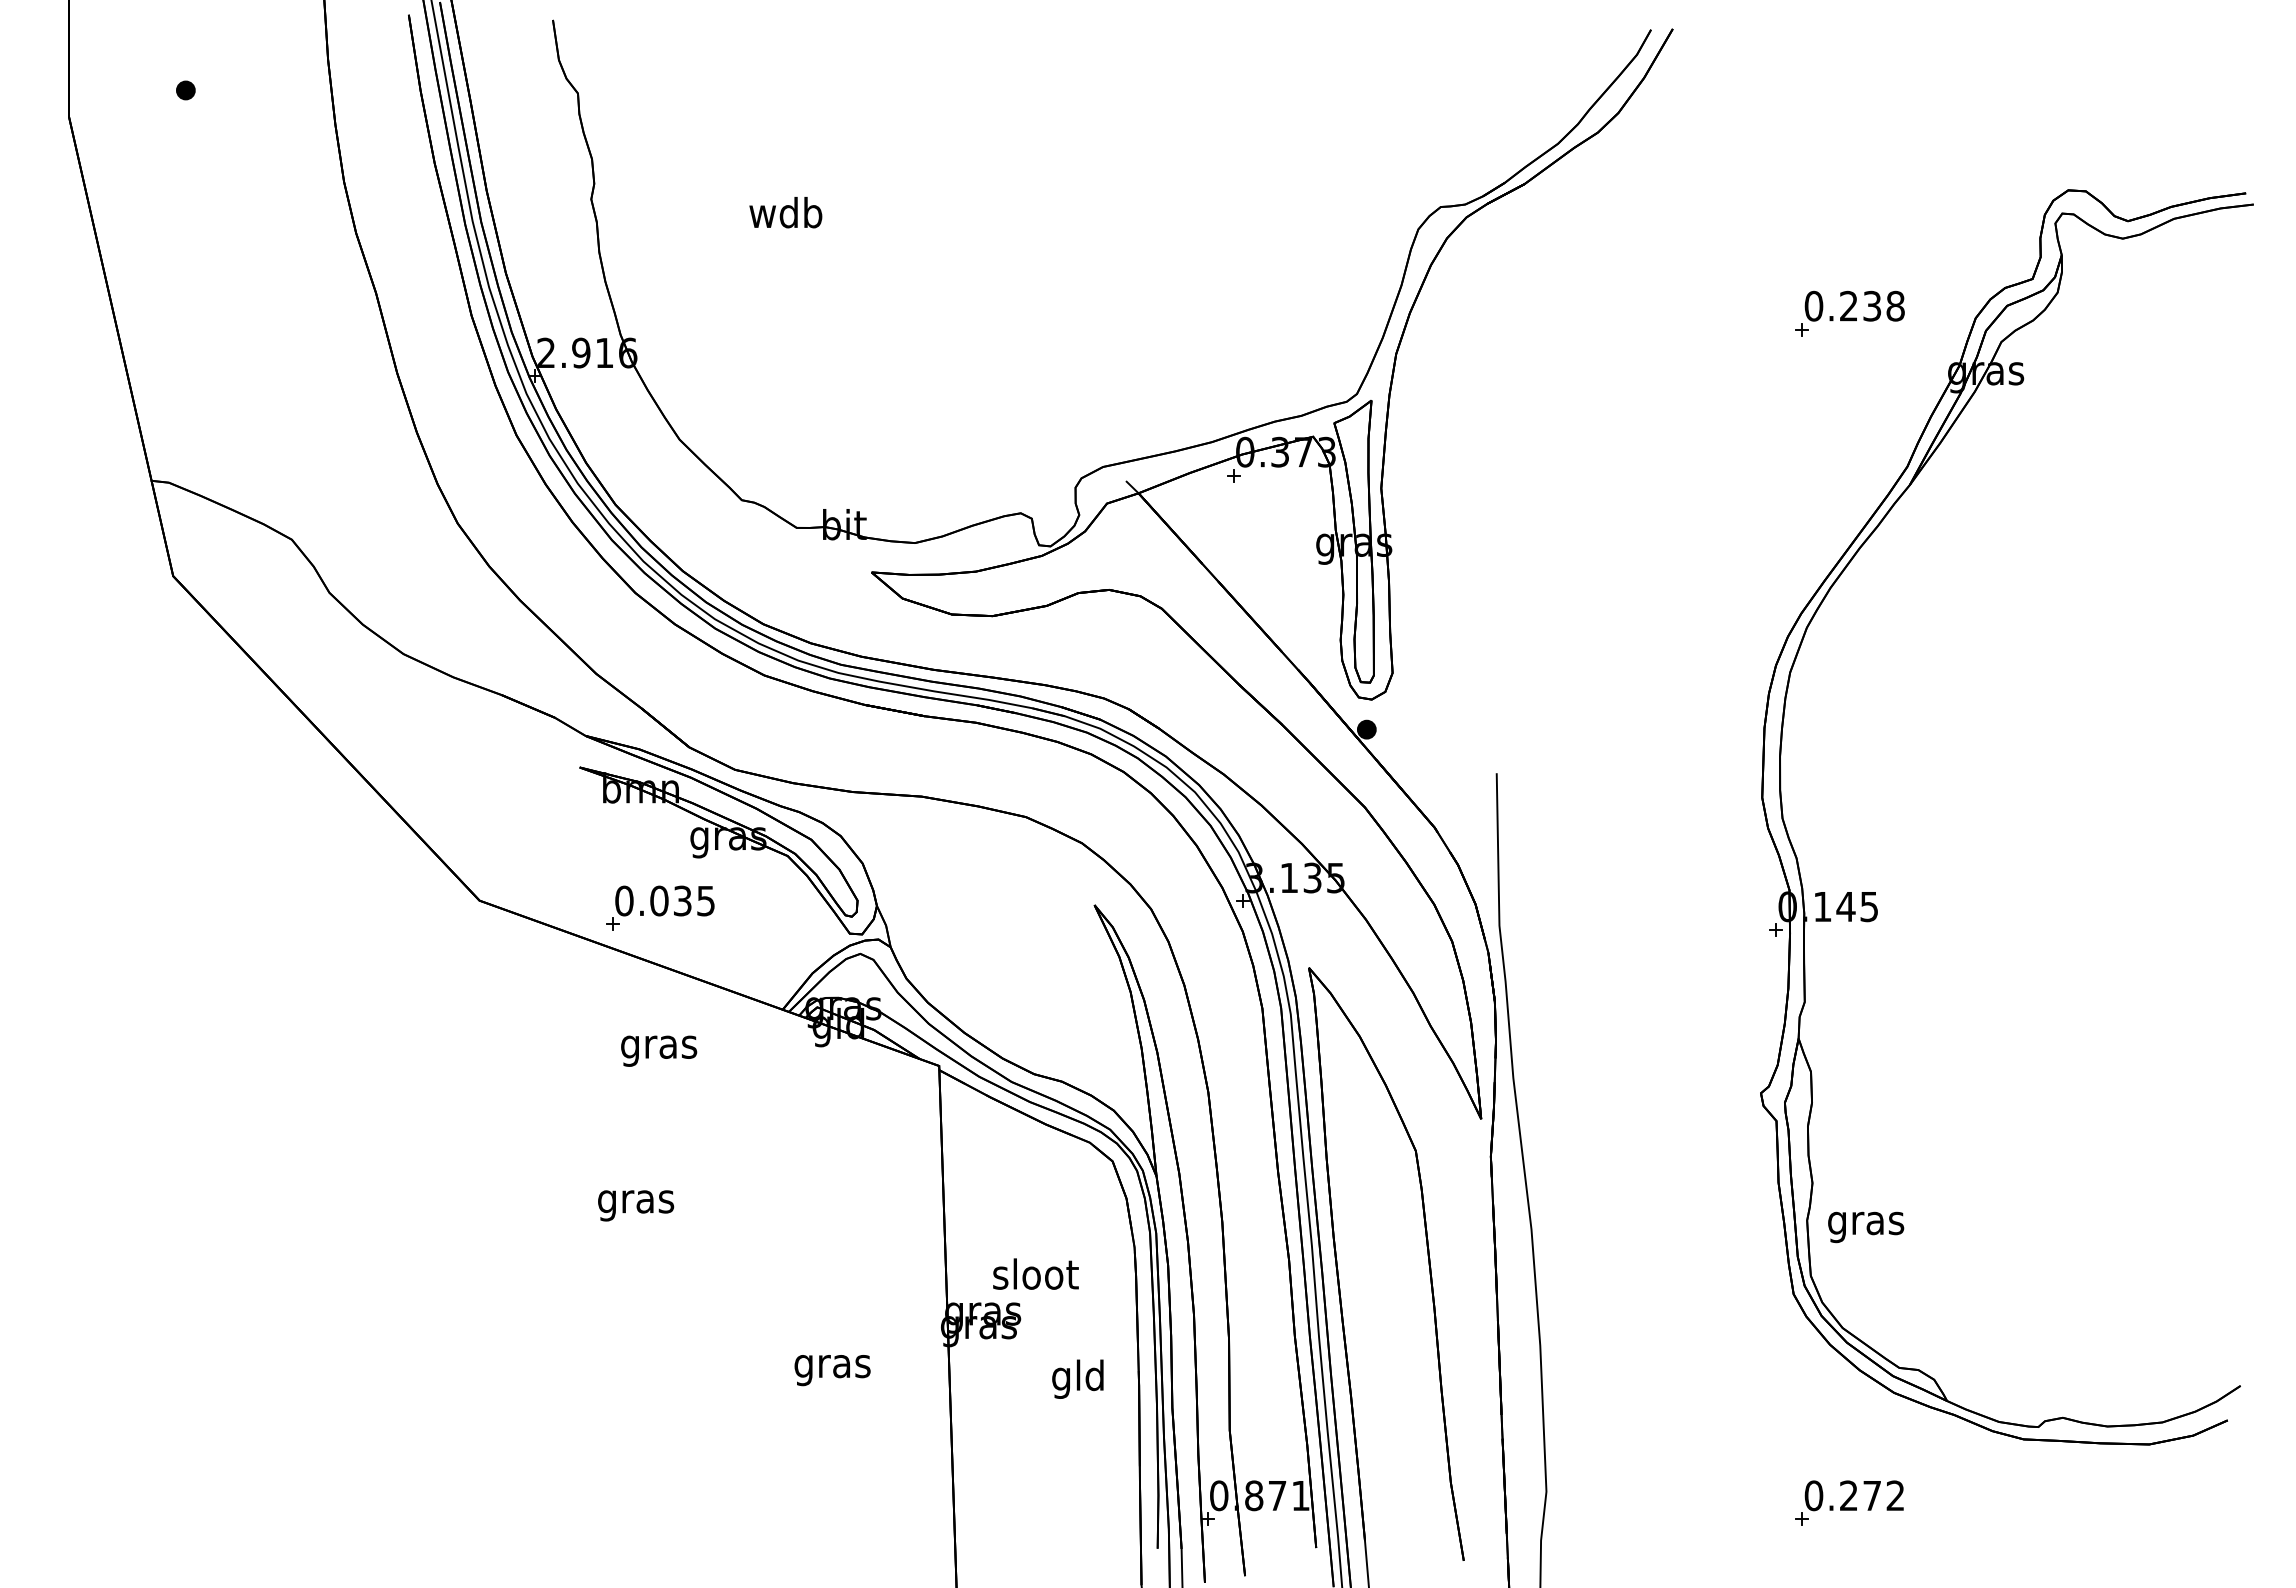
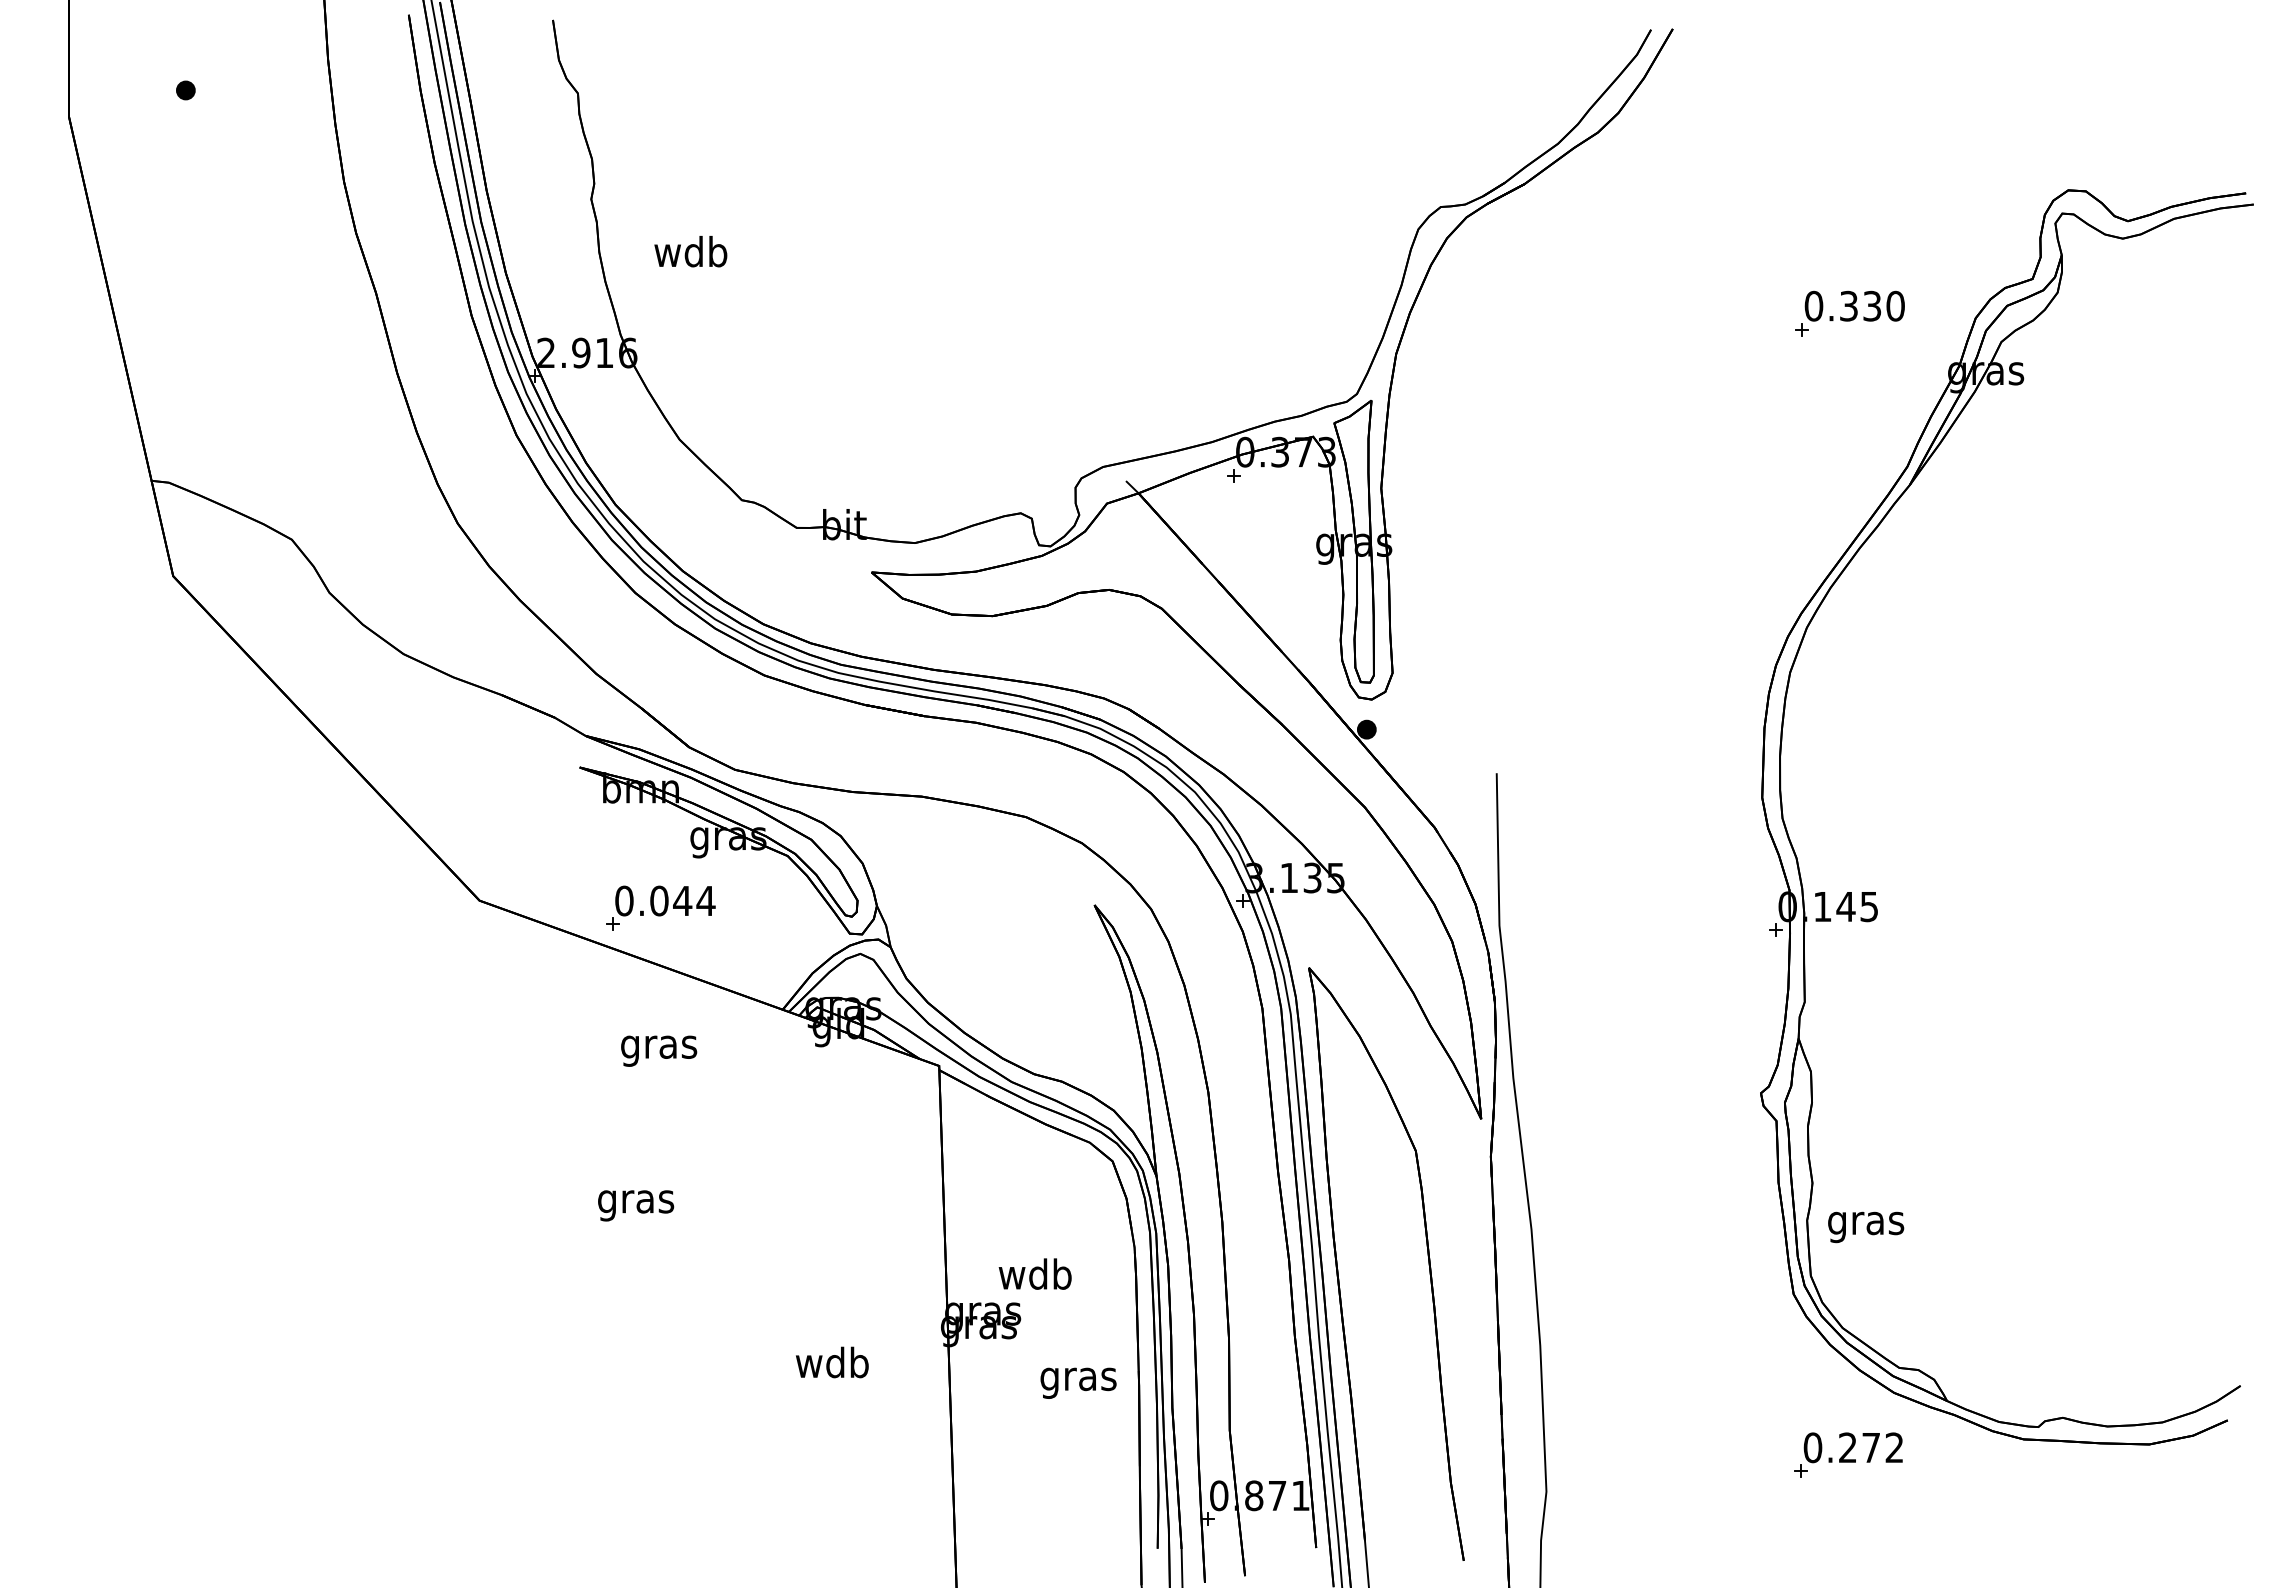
text at (785, 212) position: (785, 212) -> (690, 251)
text at (1872, 306): 0.238 -> 0.330
text at (694, 900): 0.035 -> 0.044
text at (1035, 1273): sloot -> wdb
text at (832, 1366): gras -> wdb
text at (1078, 1378): gld -> gras
part at (1849, 1502) position: (1849, 1502) -> (1848, 1454)
